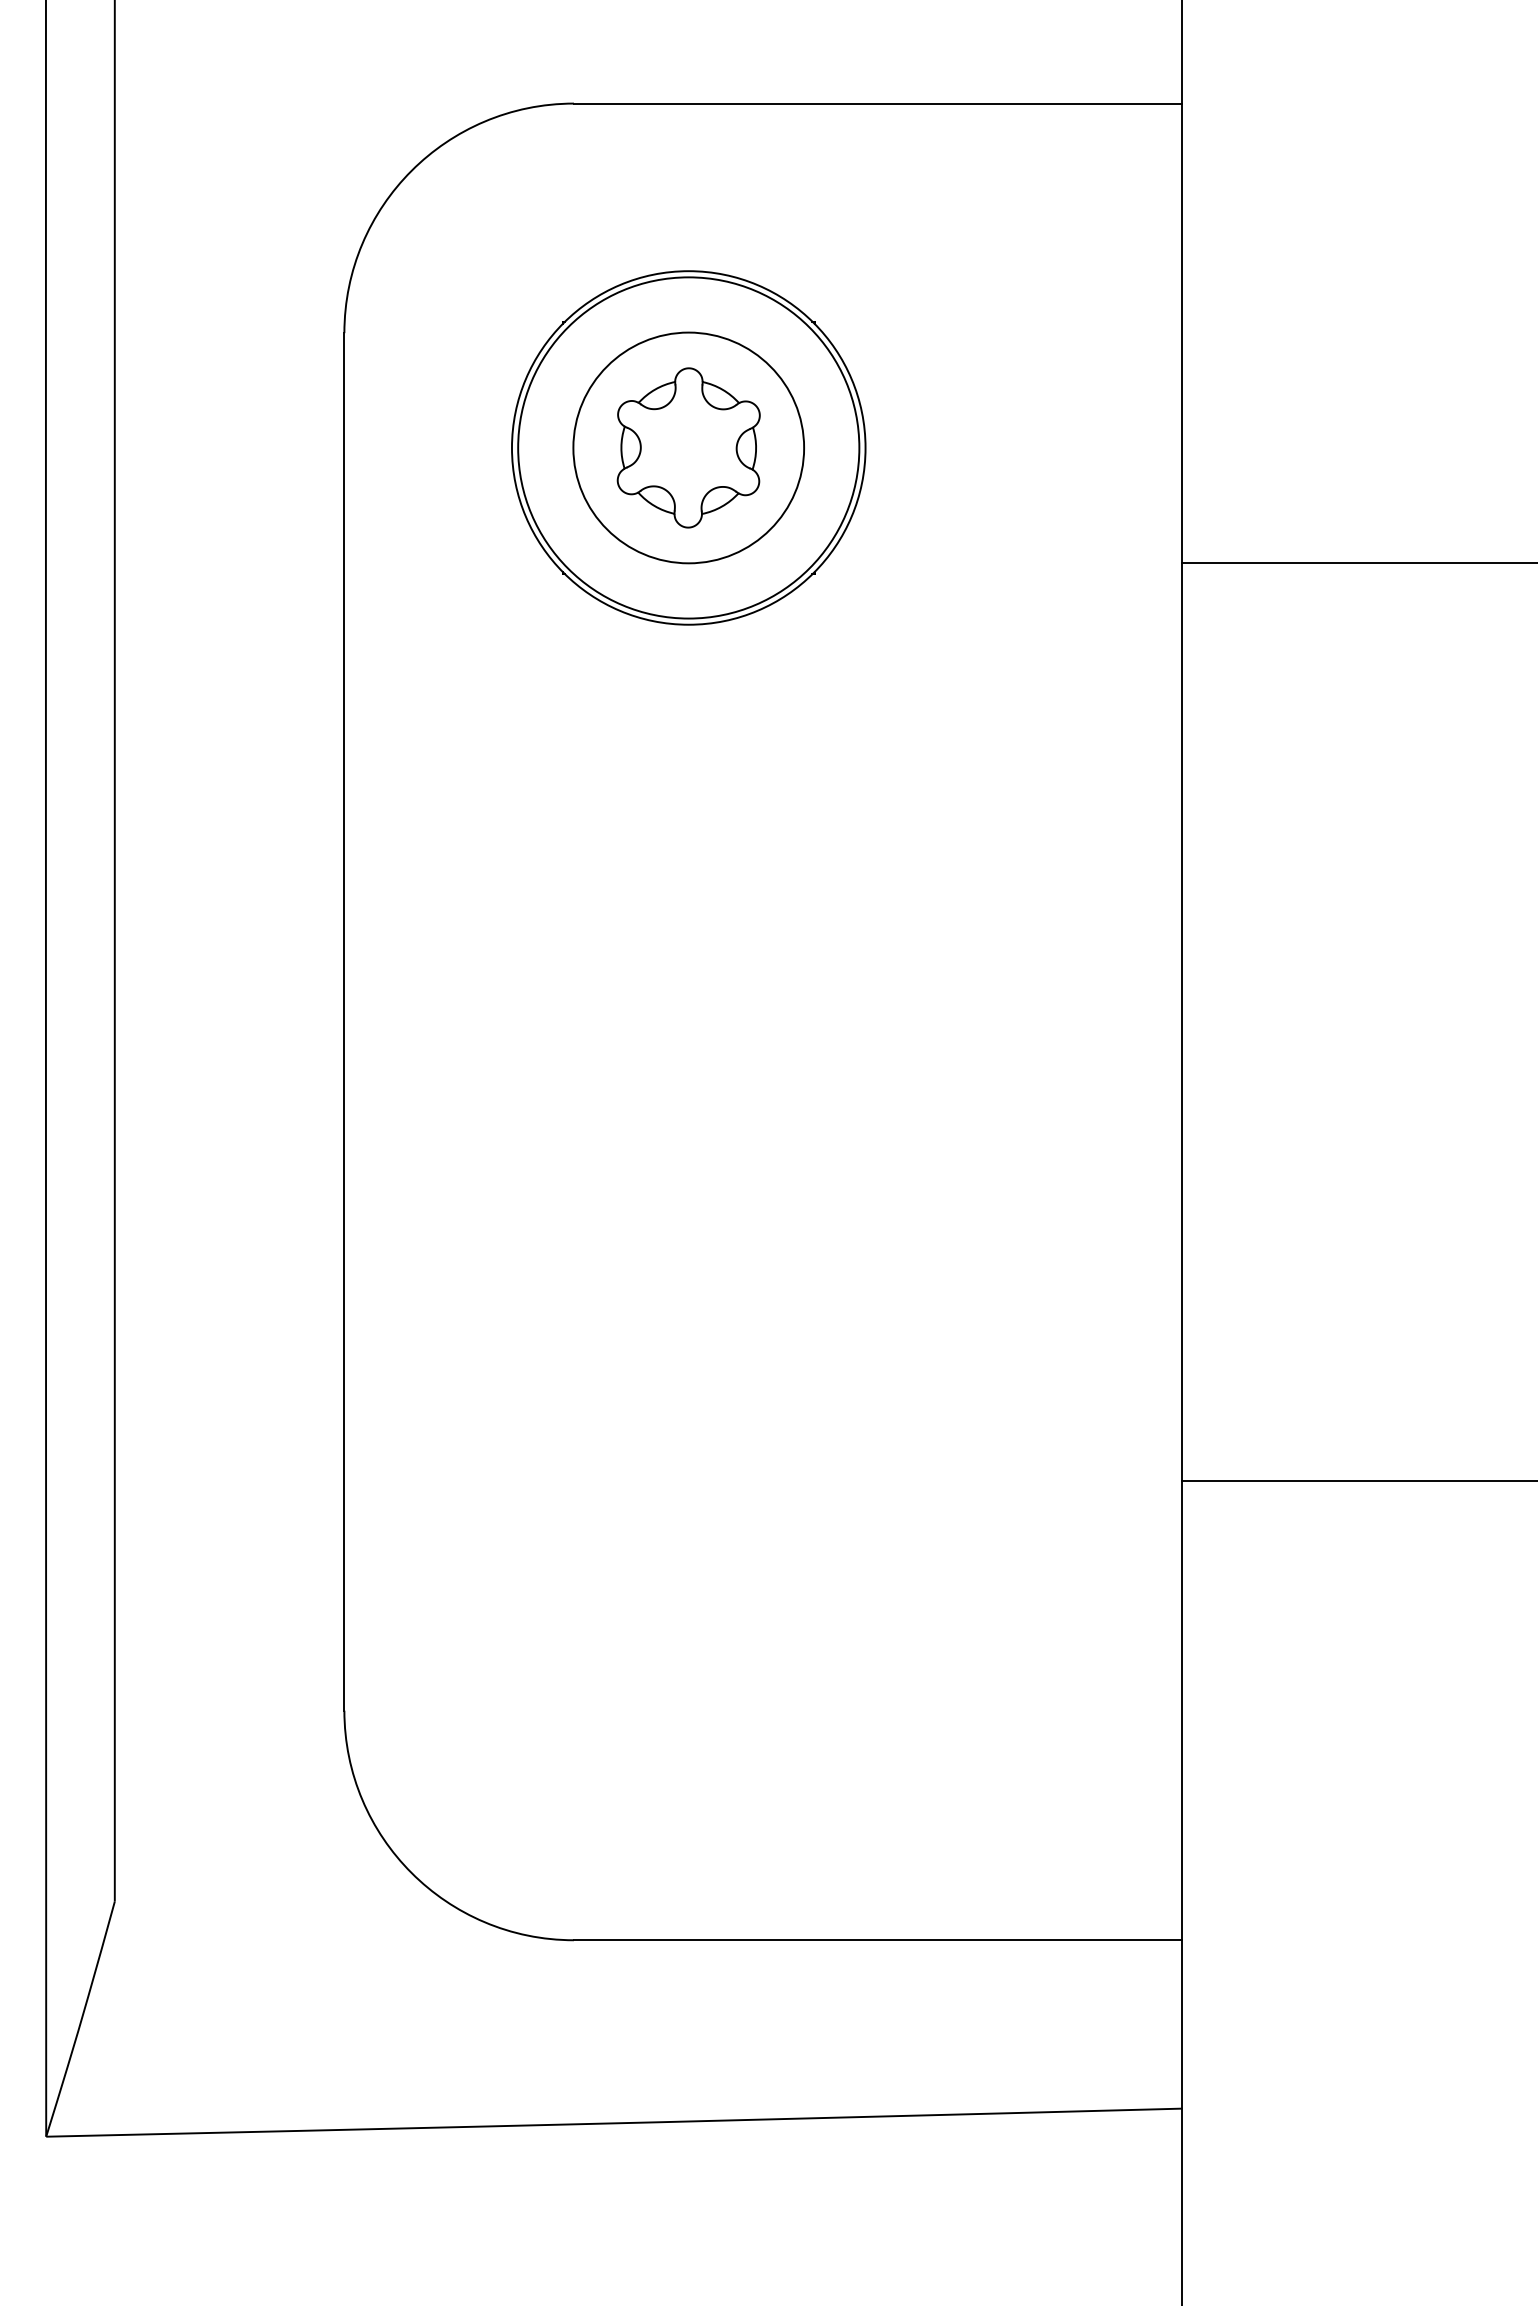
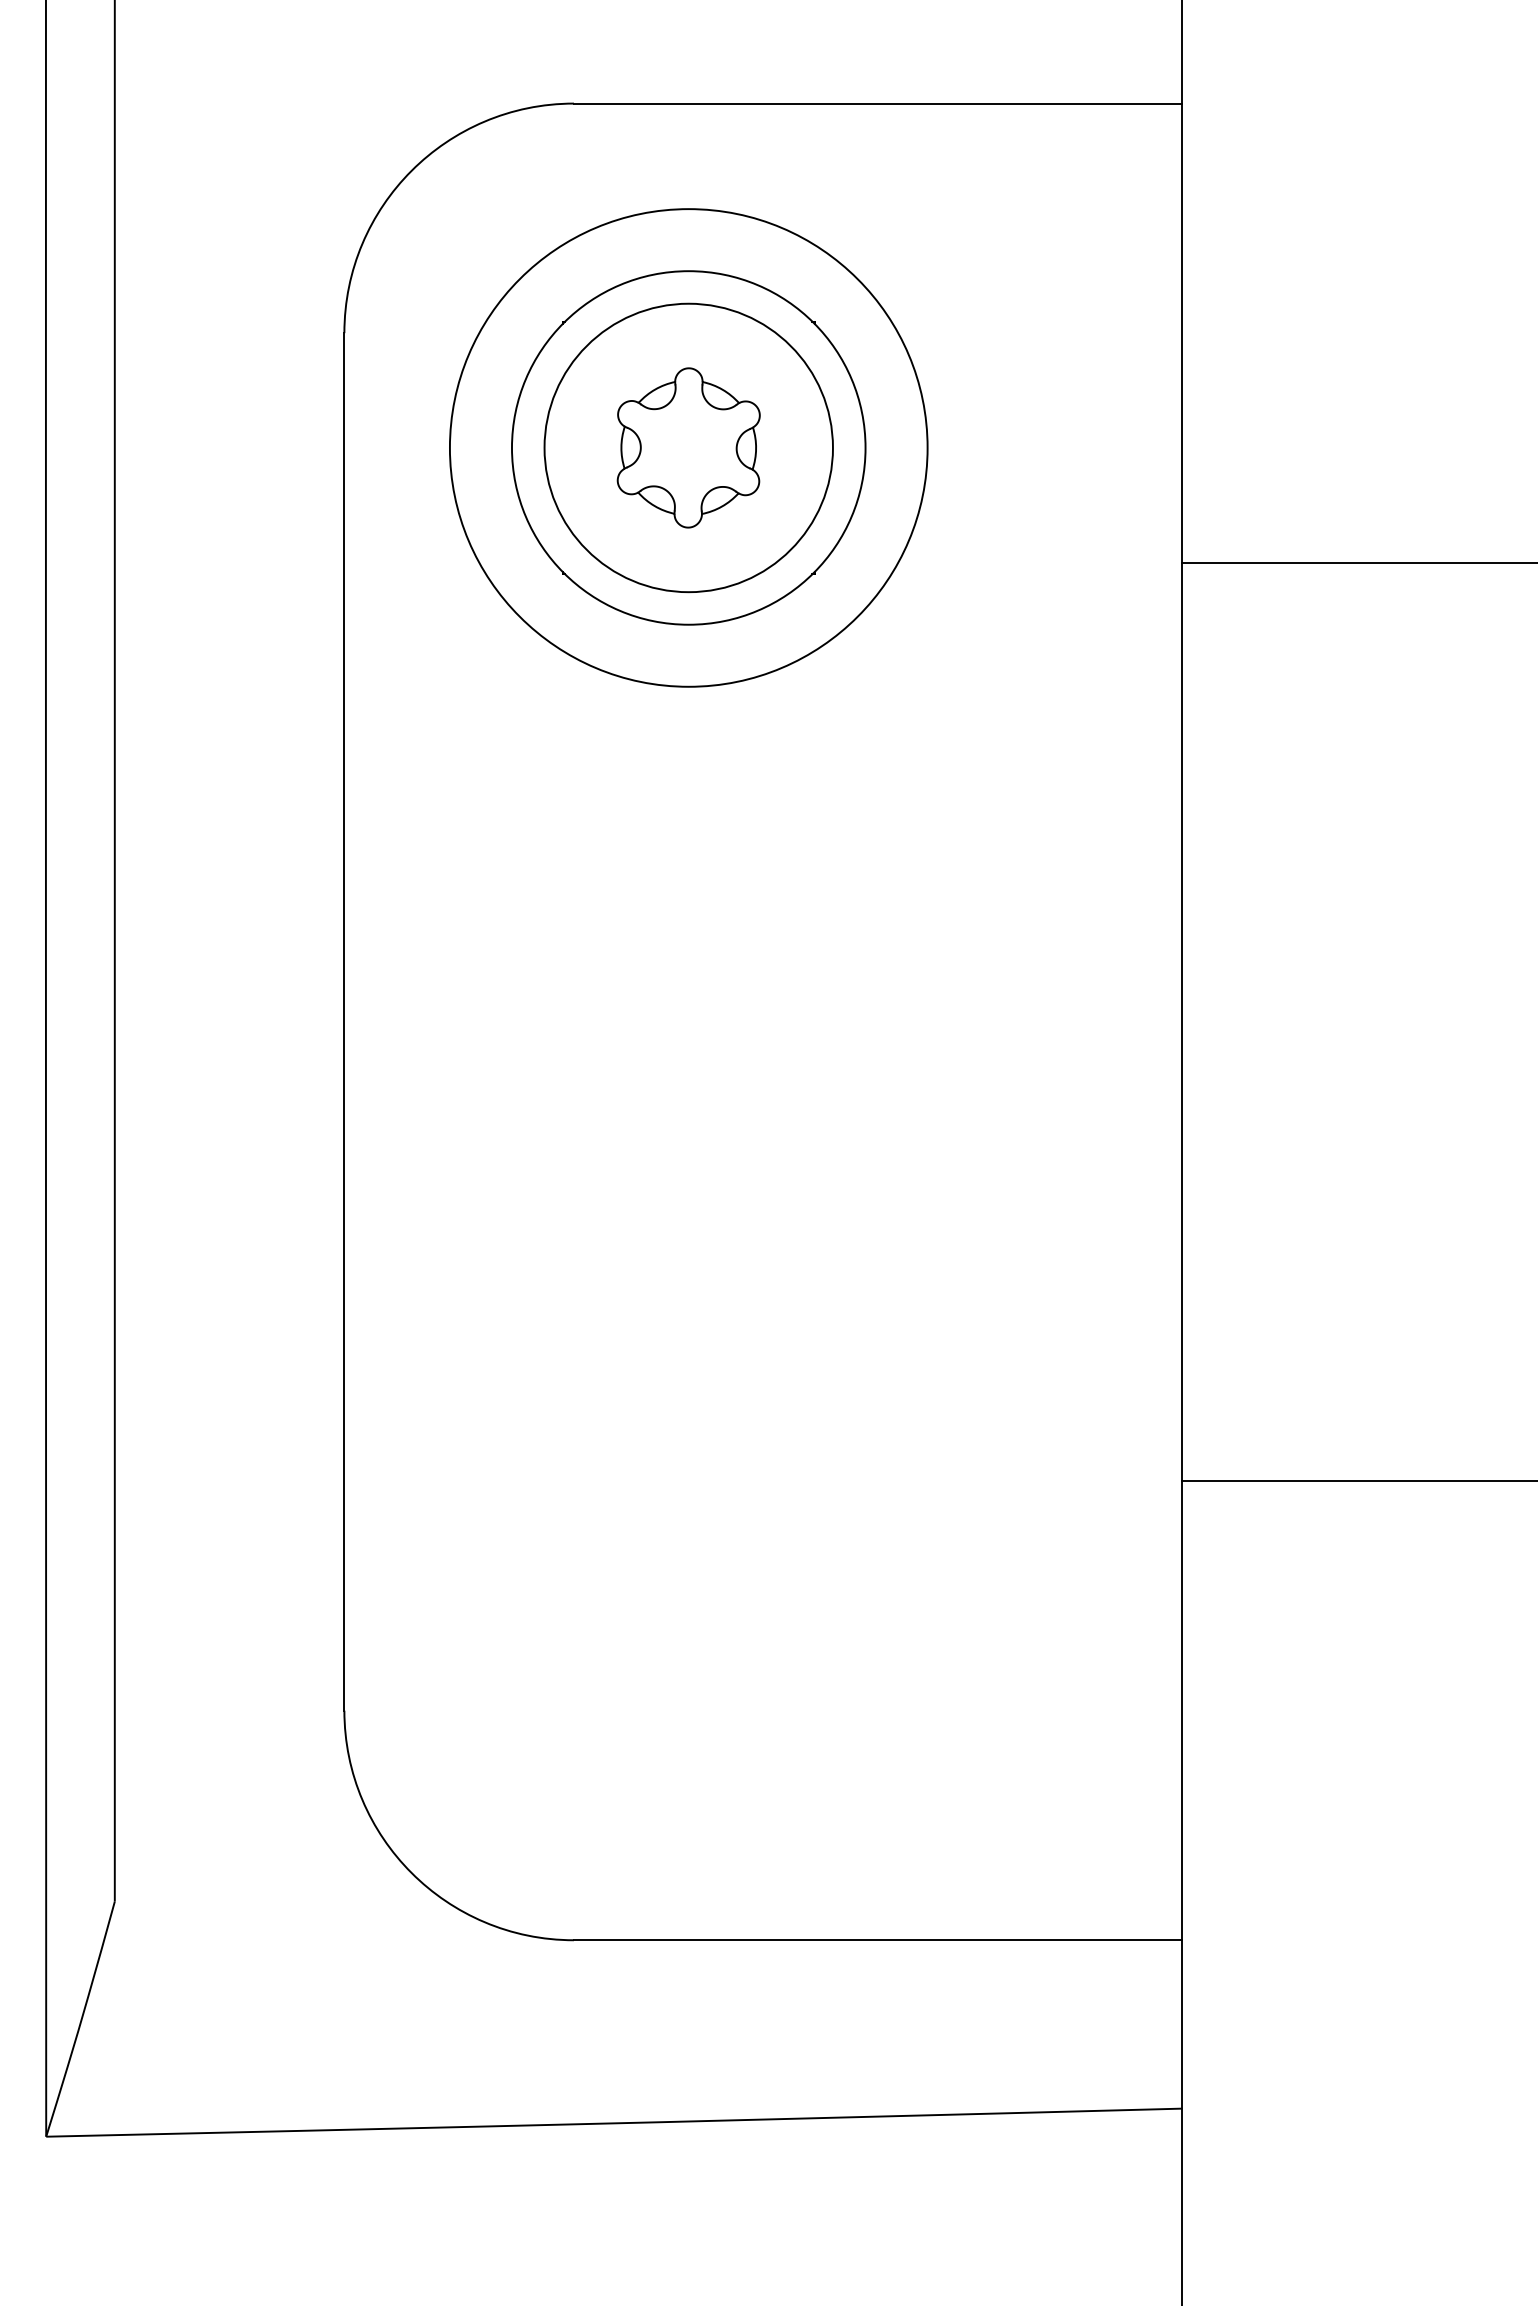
circle at (688, 447) diameter: 231 px -> 288 px
circle at (688, 447) diameter: 341 px -> 478 px
